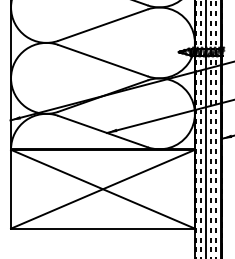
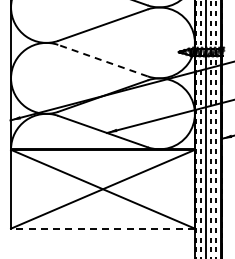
line at (102, 60): solid -> dashed
line at (102, 228): solid -> dashed
